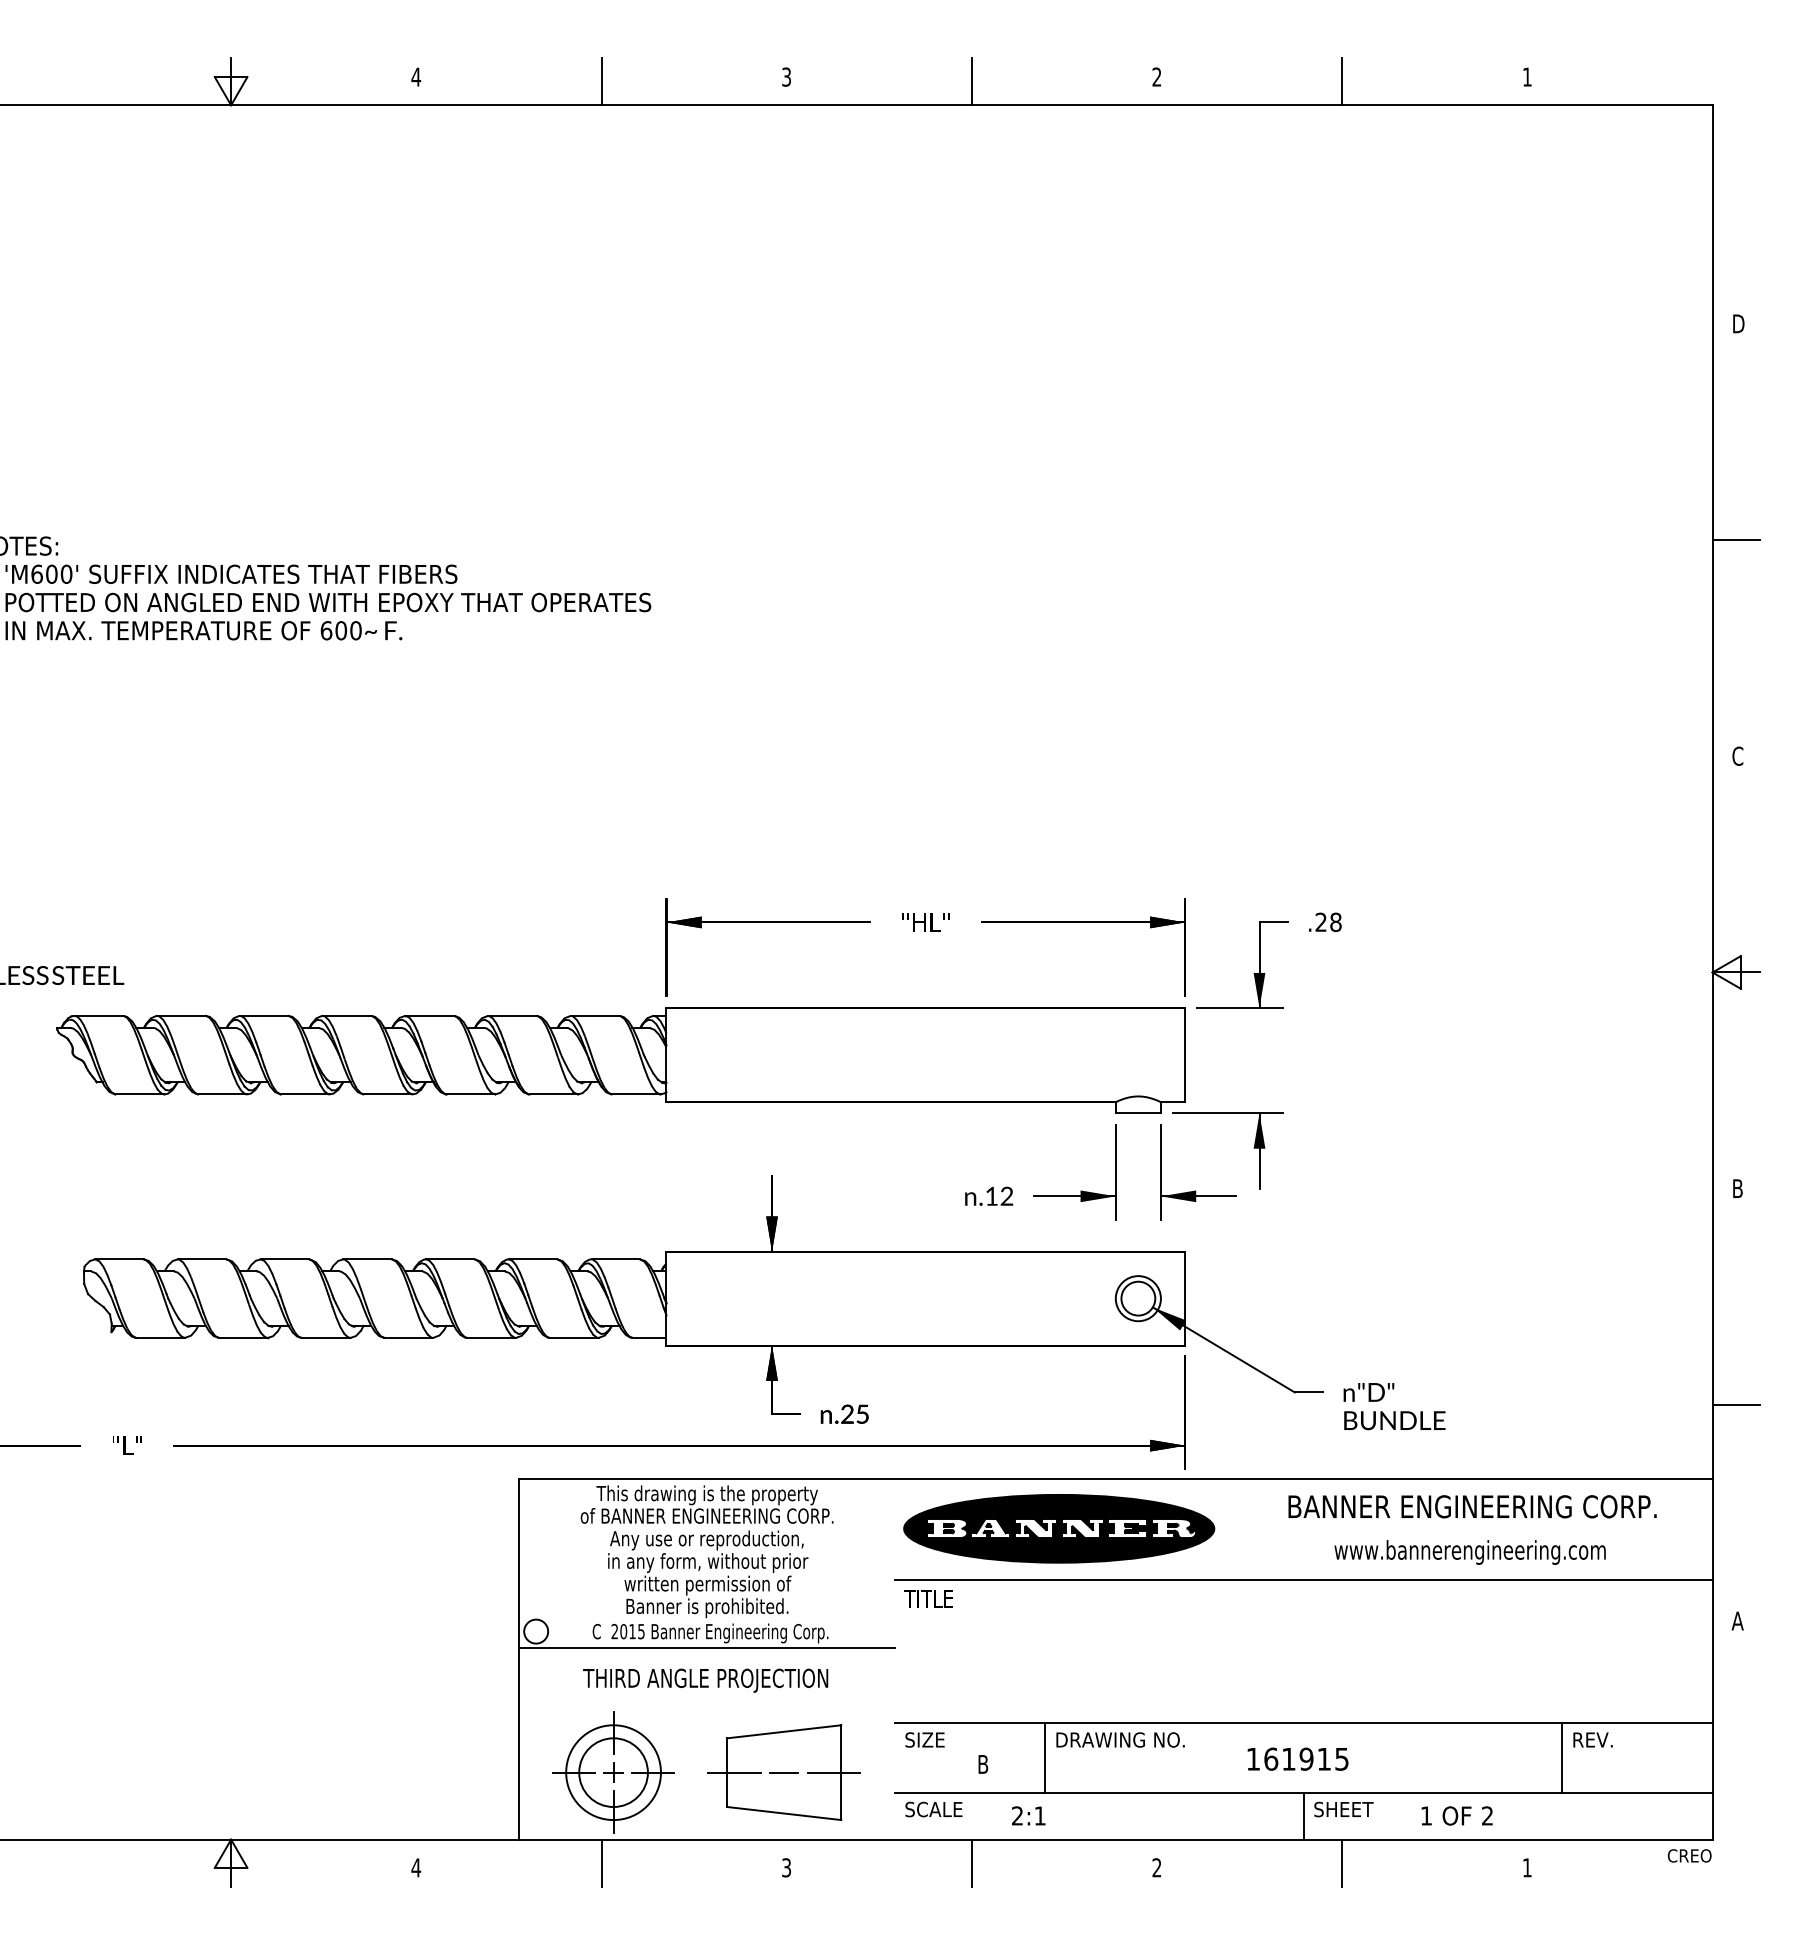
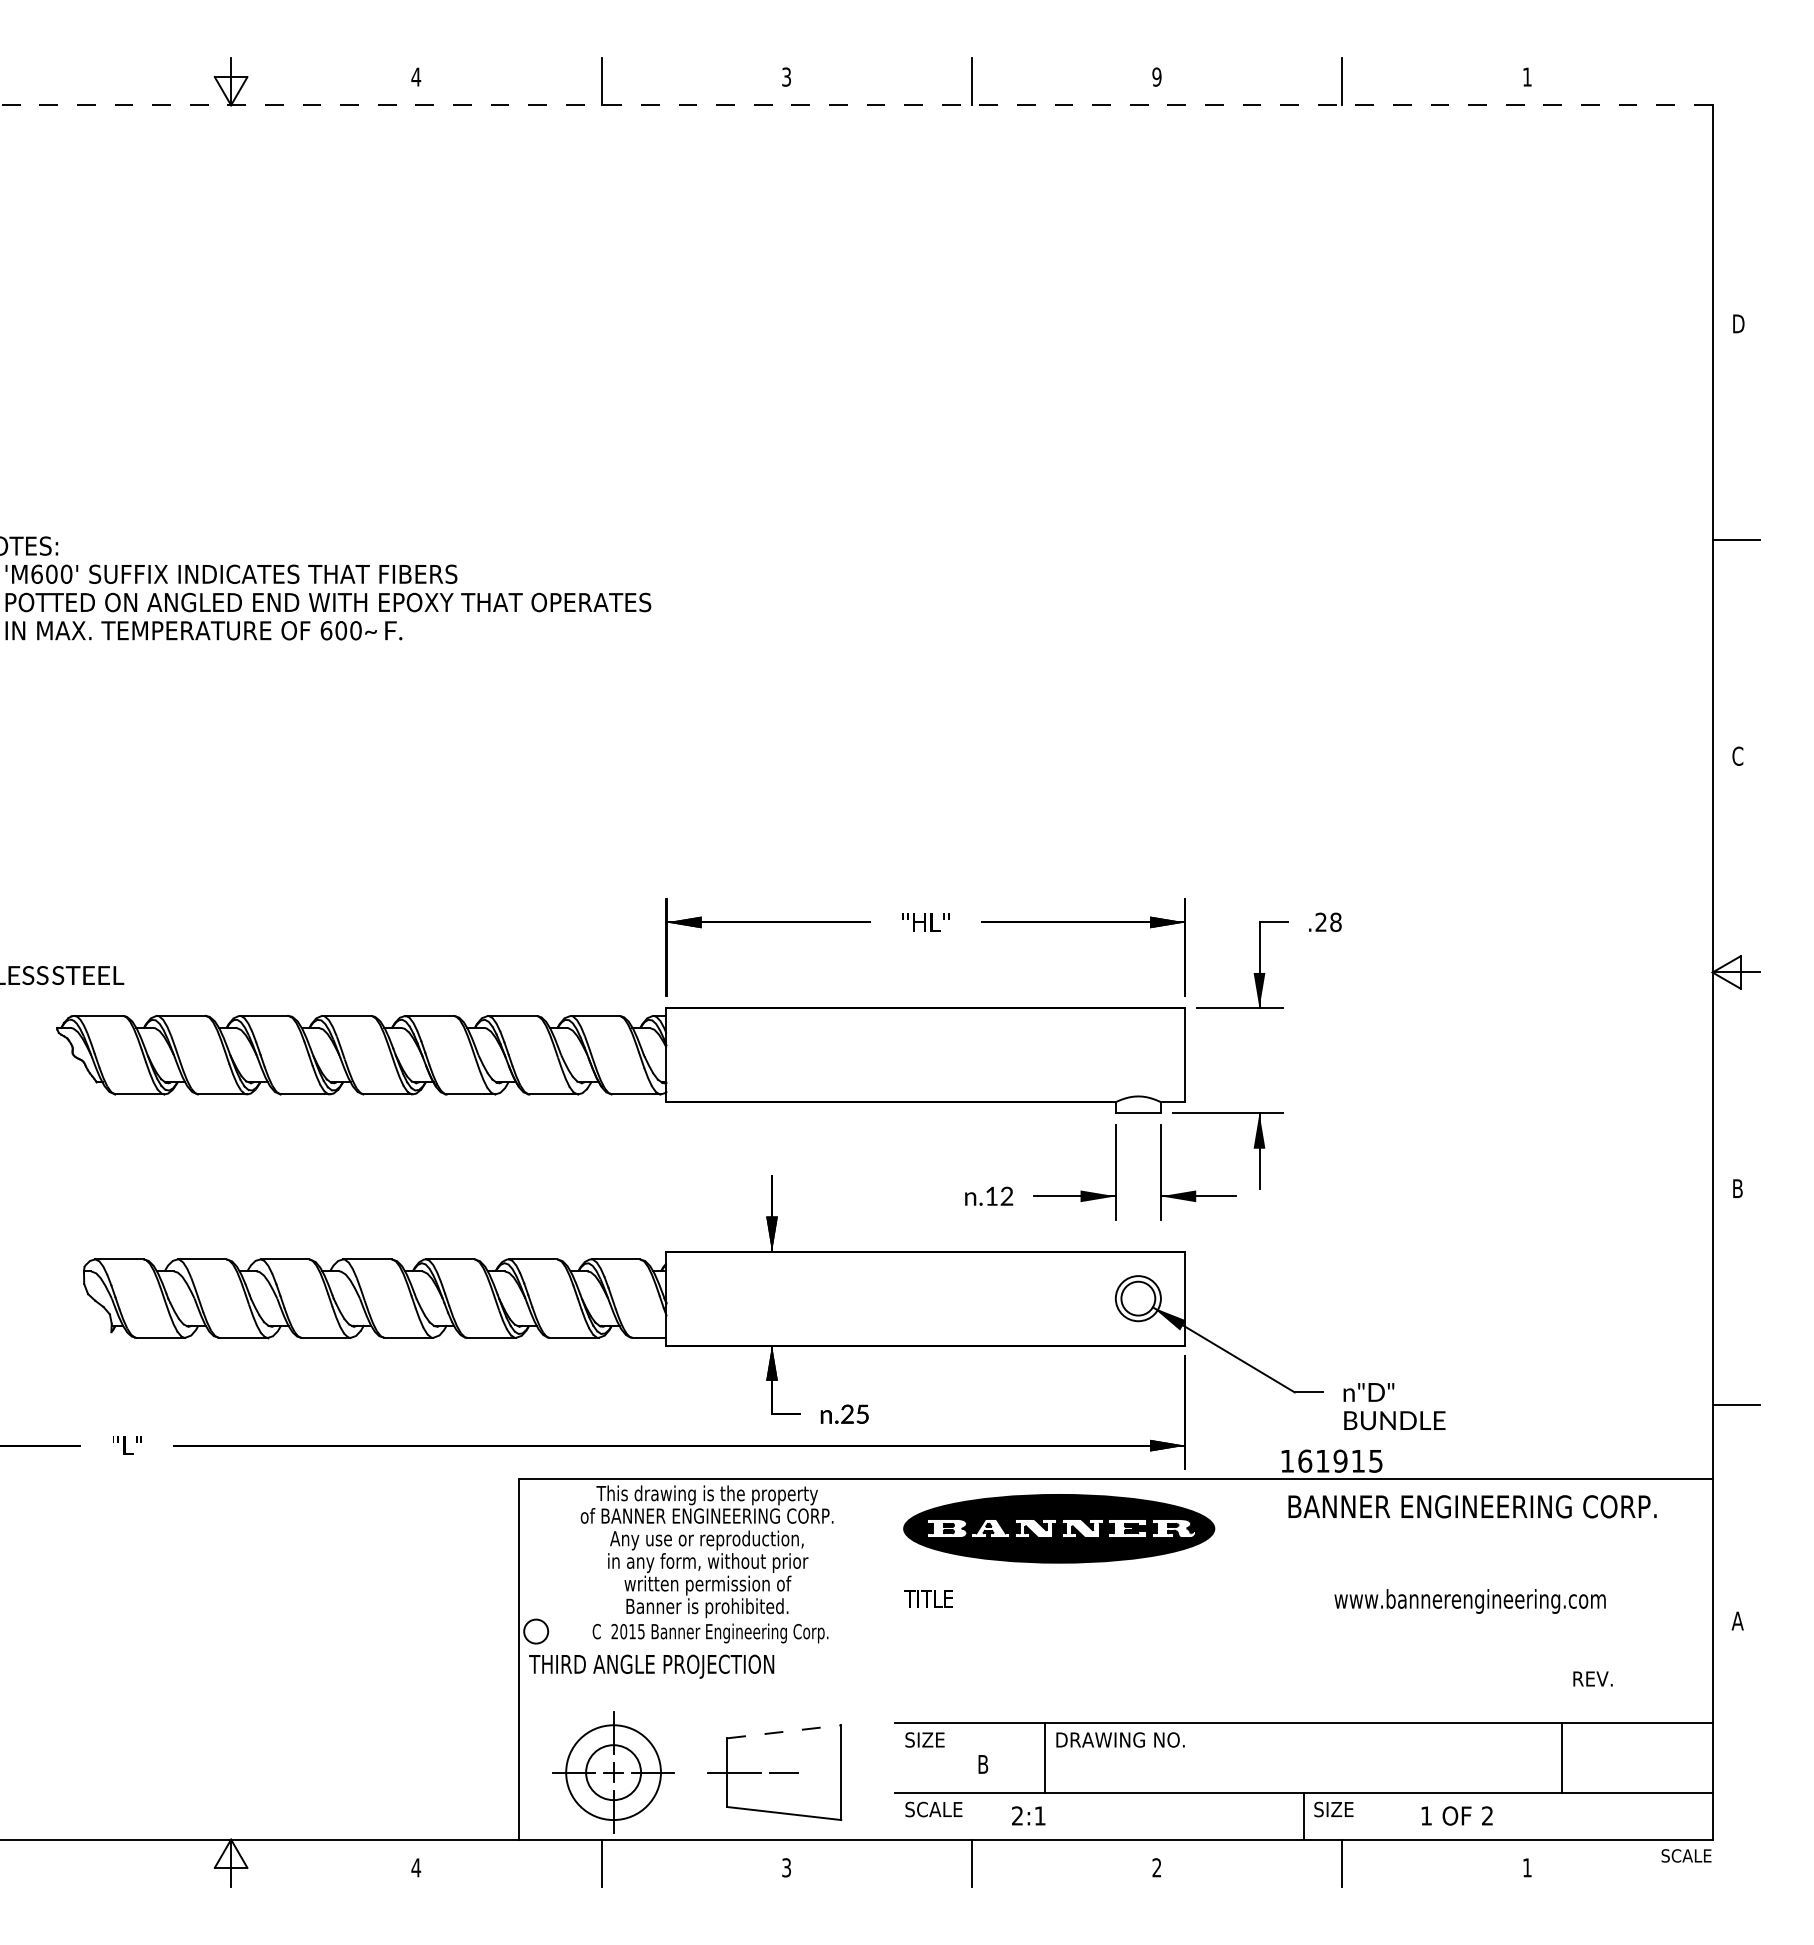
text at (1156, 76): 2 -> 9
line at (856, 105): solid -> dashed
text at (1469, 1552) position: (1469, 1552) -> (1469, 1601)
line at (1303, 1580): present -> none
line at (706, 1647): present -> none
text at (705, 1680) position: (705, 1680) -> (651, 1666)
line at (784, 1731): solid -> dashed
text at (1592, 1739) position: (1592, 1739) -> (1592, 1678)
text at (1297, 1758) position: (1297, 1758) -> (1331, 1460)
circle at (613, 1772) diameter: 69 px -> 55 px
line at (833, 1772): present -> none
text at (1350, 1809): SHEET -> SIZE
text at (1686, 1855): CREO -> SCALE
